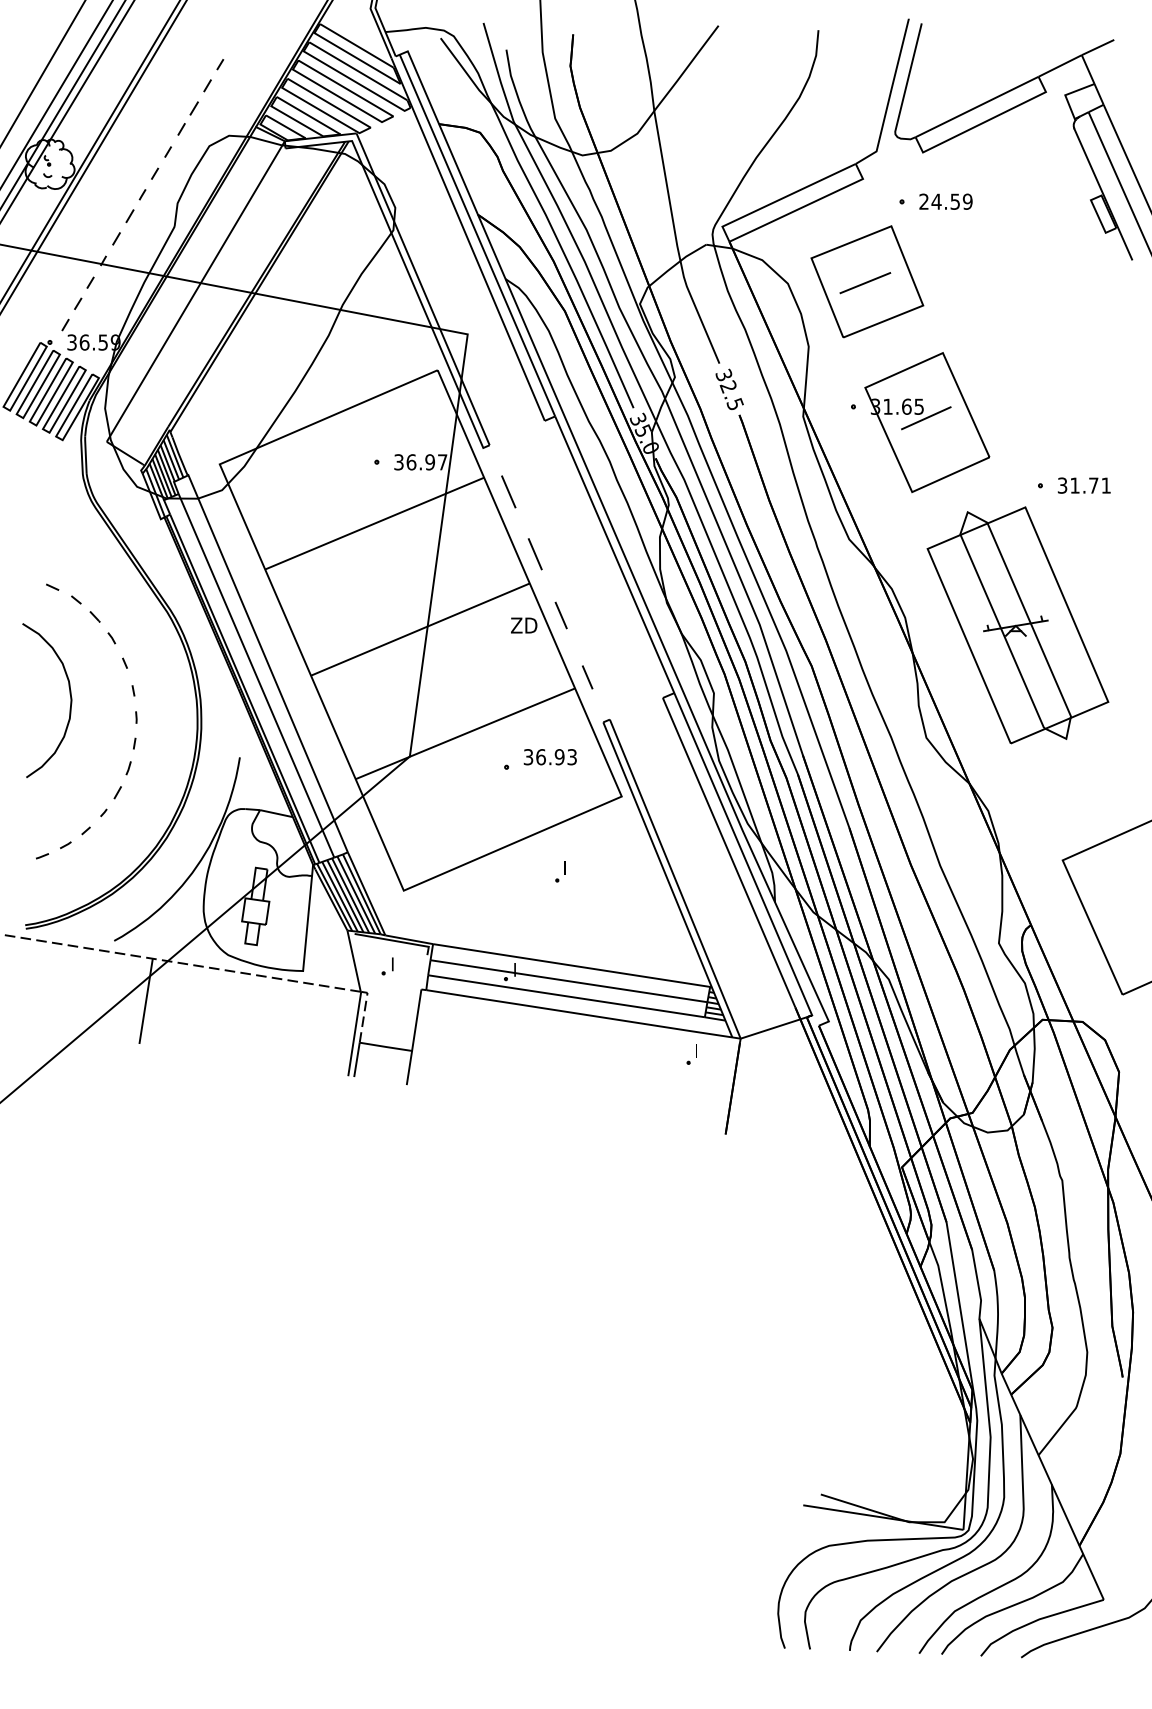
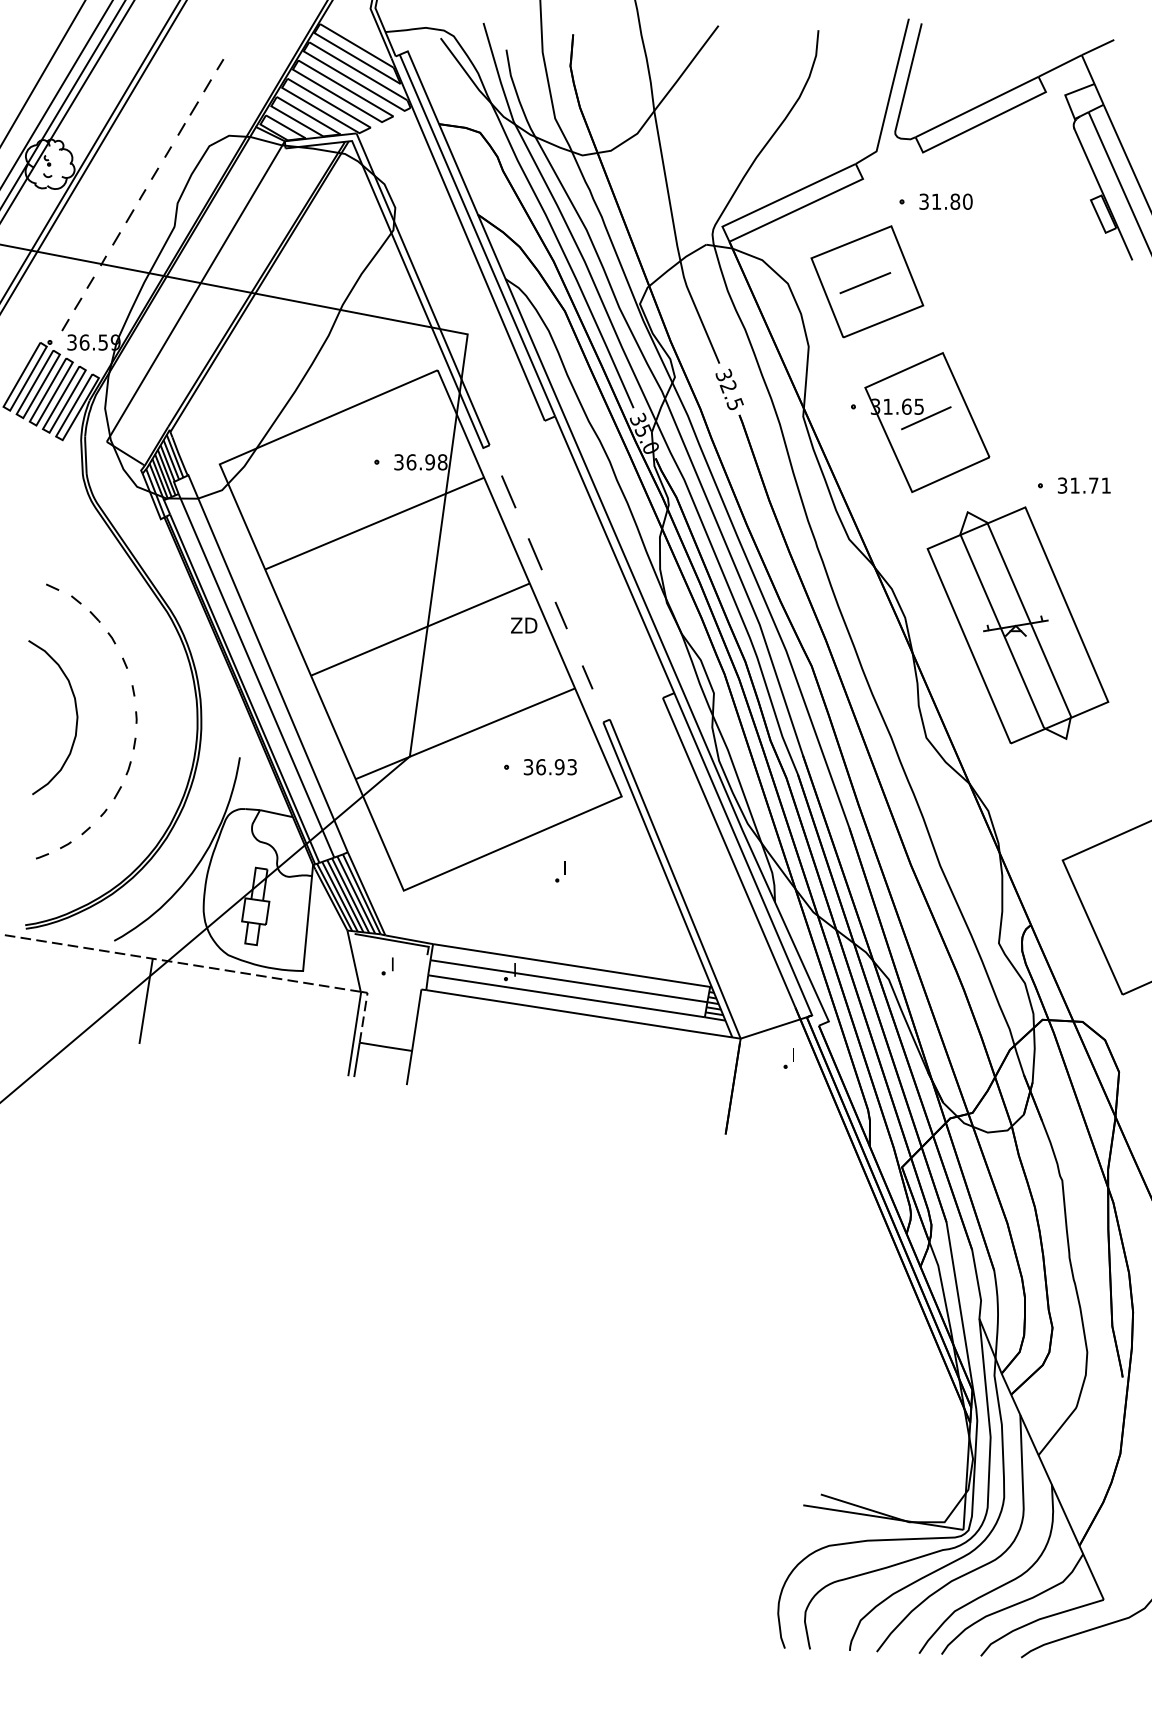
text at (945, 201): 24.59 -> 31.80
text at (442, 462): 36.97 -> 36.98
curve at (69, 694) position: (69, 694) -> (75, 711)
text at (549, 757) position: (549, 757) -> (549, 767)
part at (691, 1054) position: (691, 1054) -> (788, 1058)
